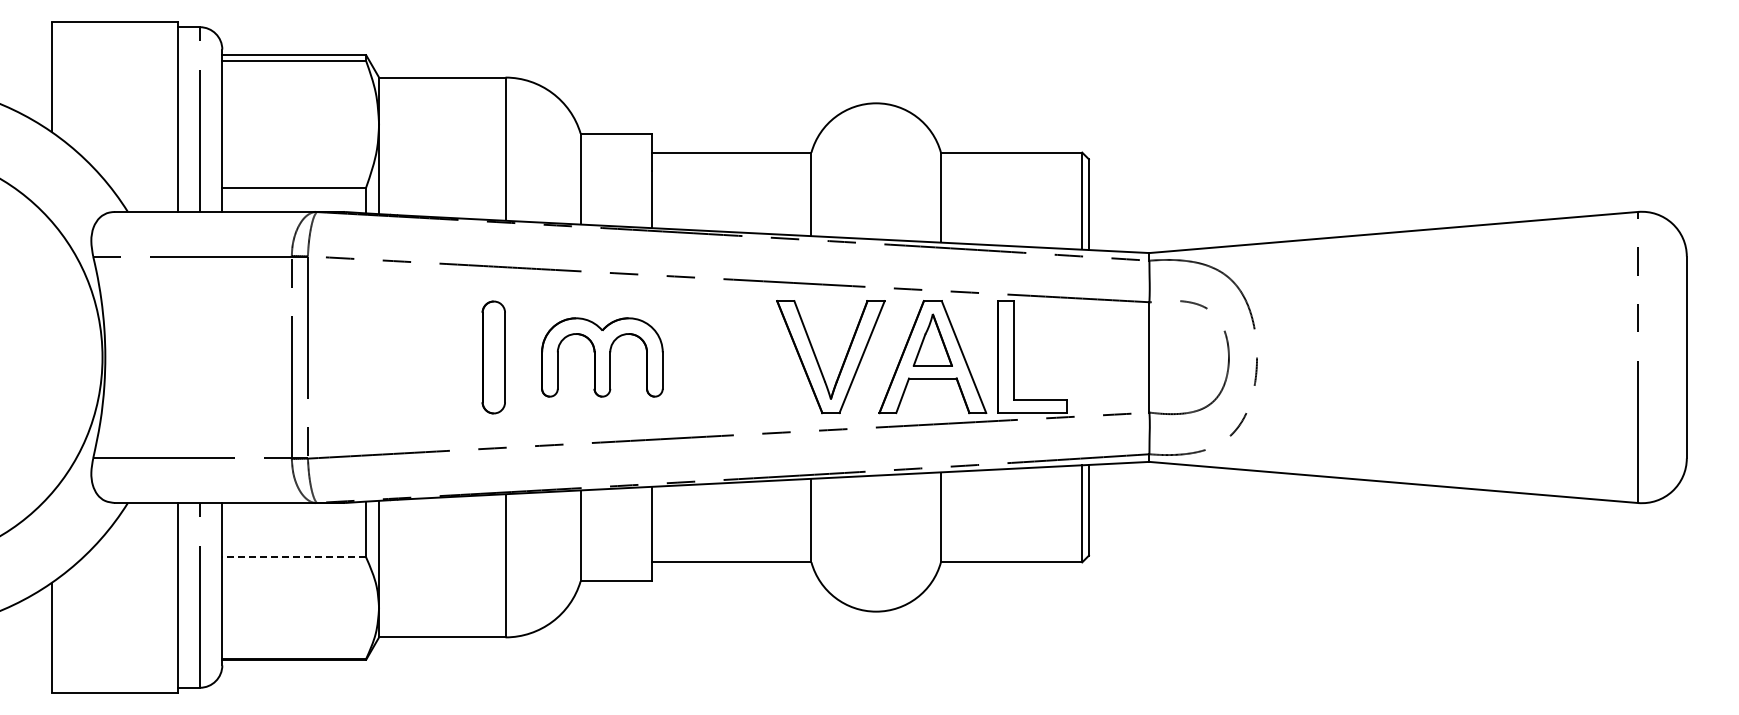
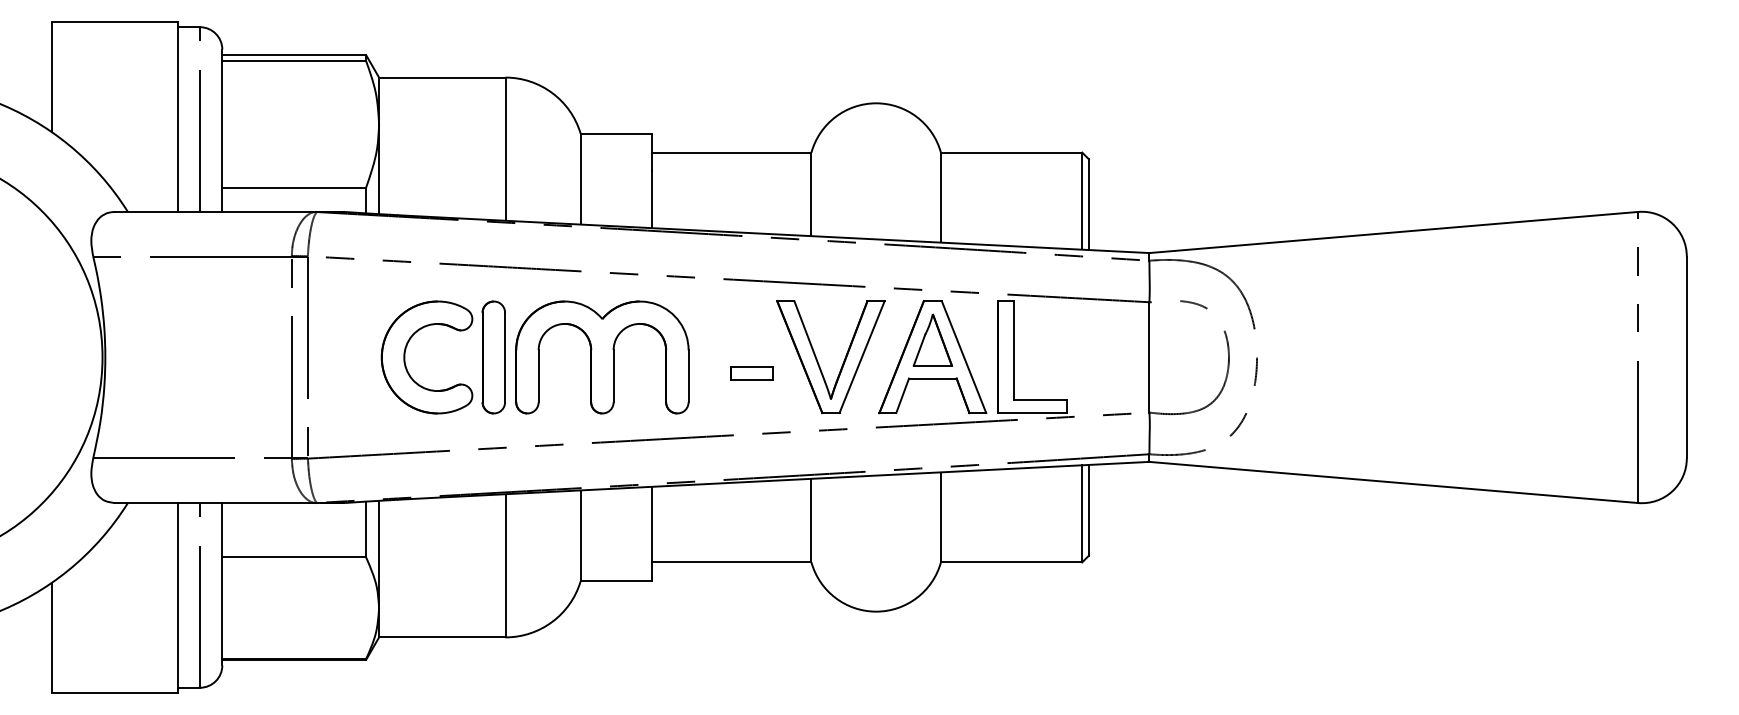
part at (405, 357): none -> present
part at (602, 357) size: 123x81 px -> 175x115 px
part at (751, 373): none -> present
line at (294, 557): dashed -> solid
